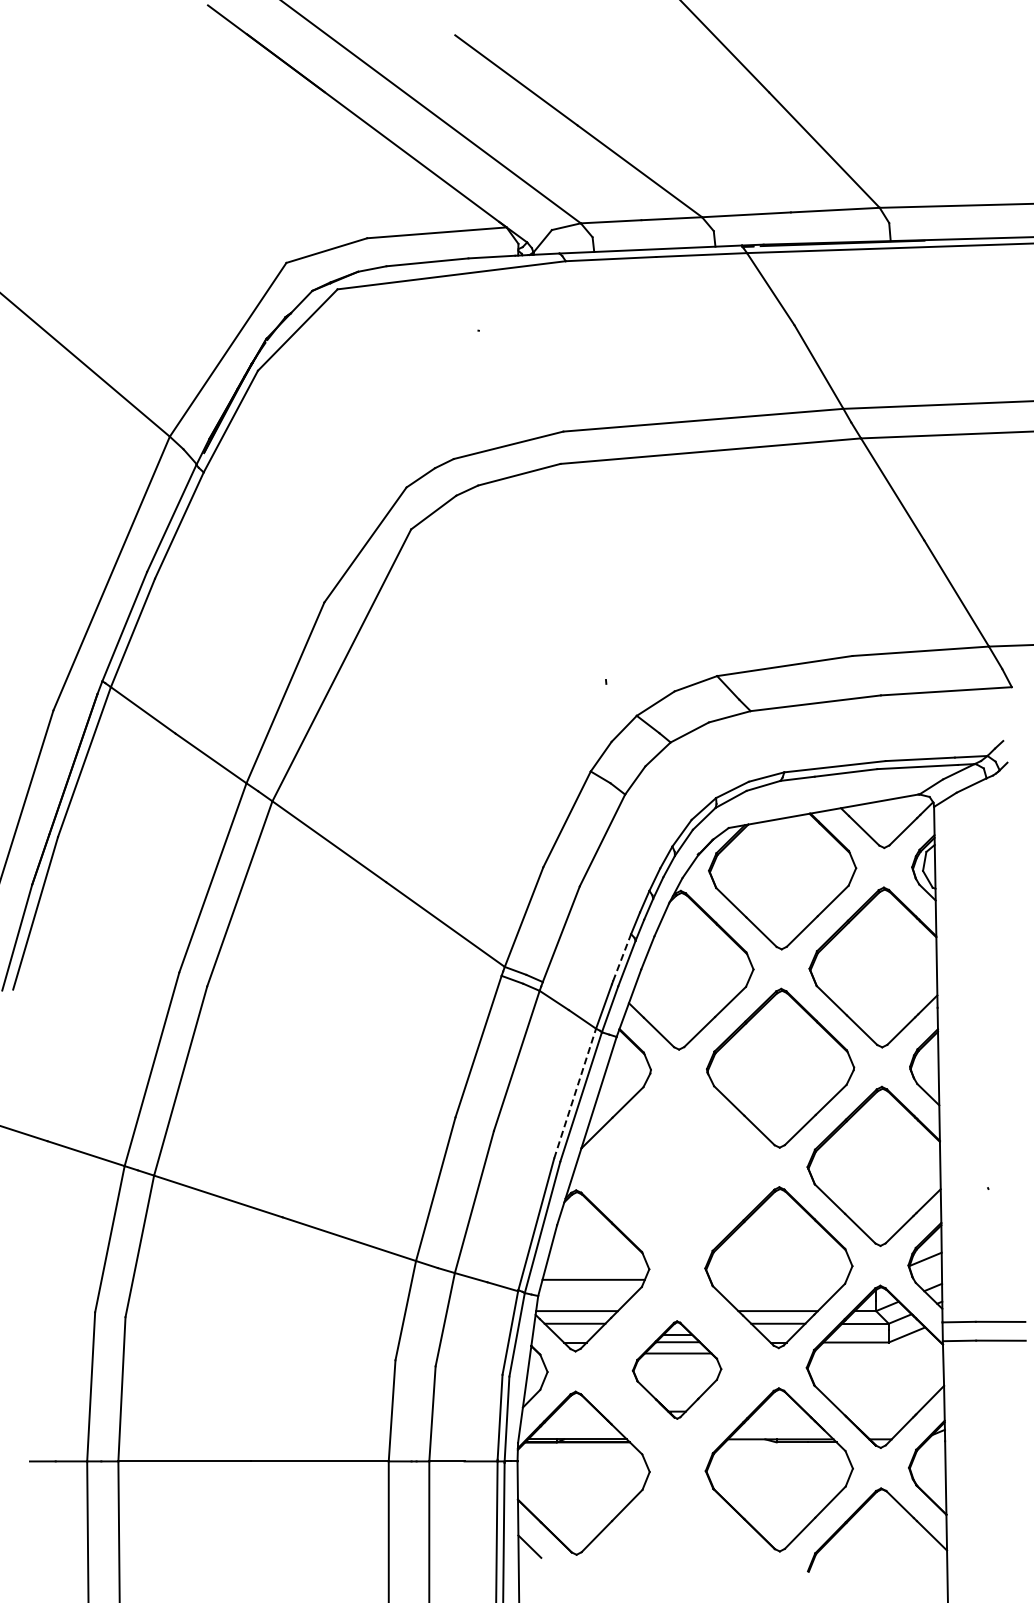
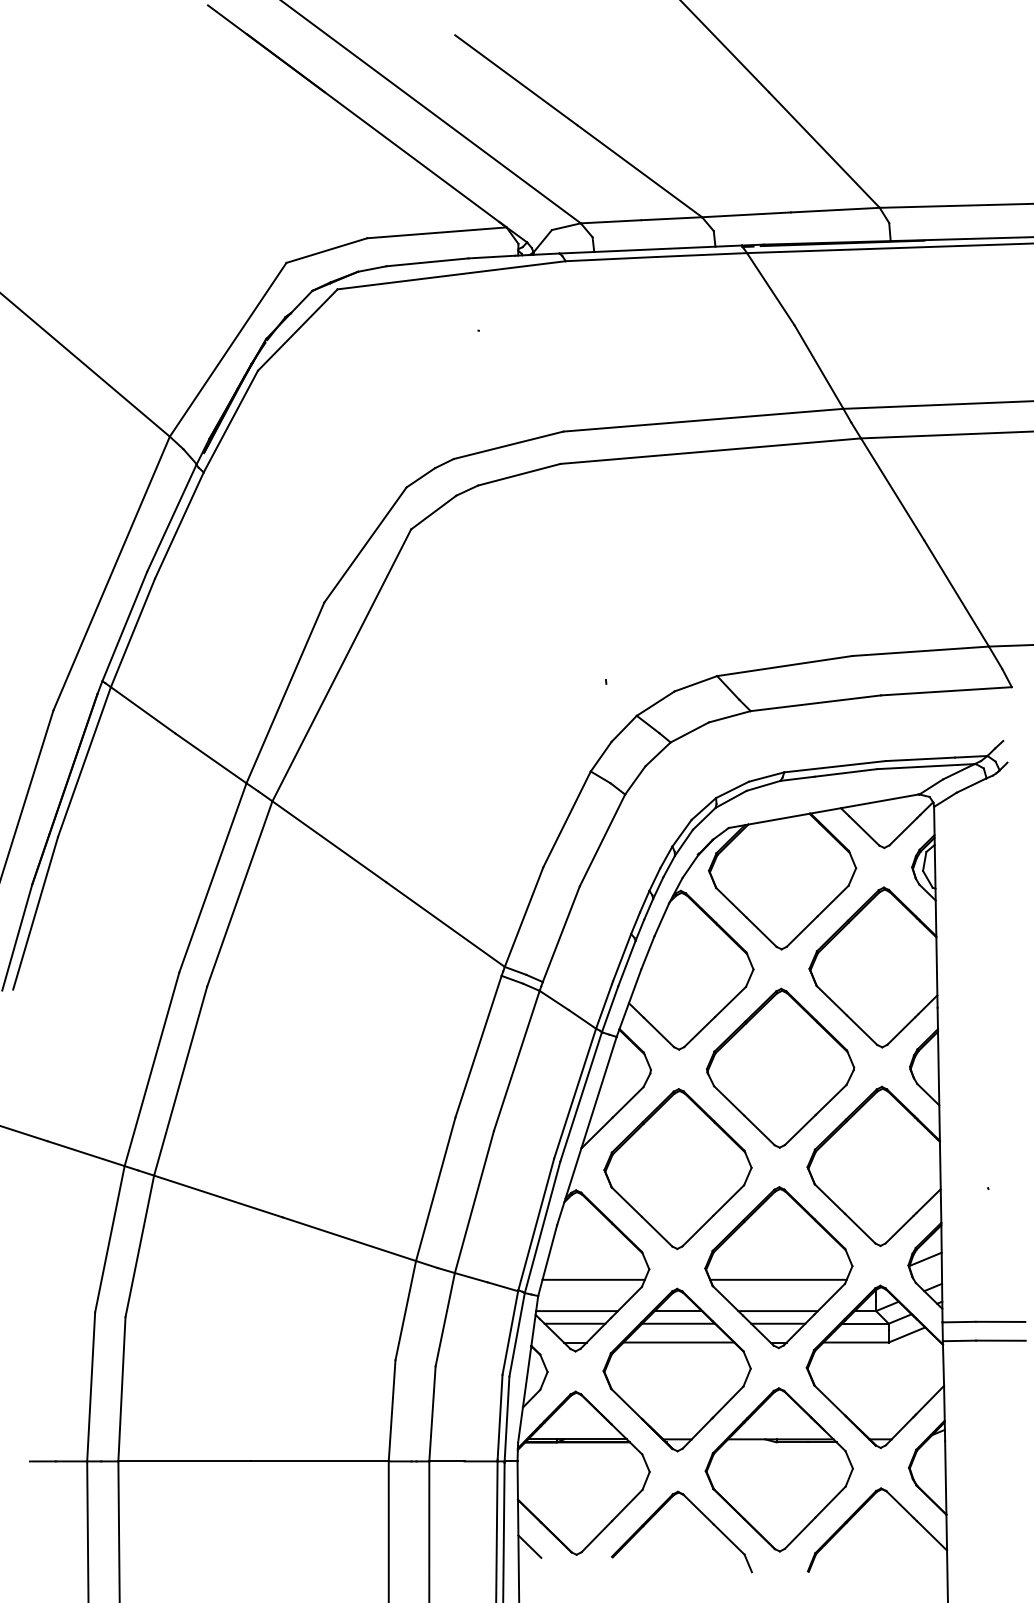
line at (622, 957): dashed -> solid
line at (575, 1093): dashed -> solid
part at (677, 1169): none -> present
line at (778, 1279): none -> present
part at (676, 1369) size: 92x100 px -> 150x166 px
part at (700, 1512): none -> present
